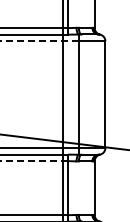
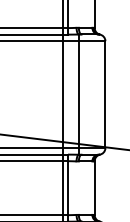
line at (39, 41): dashed -> solid
line at (34, 161): dashed -> solid
